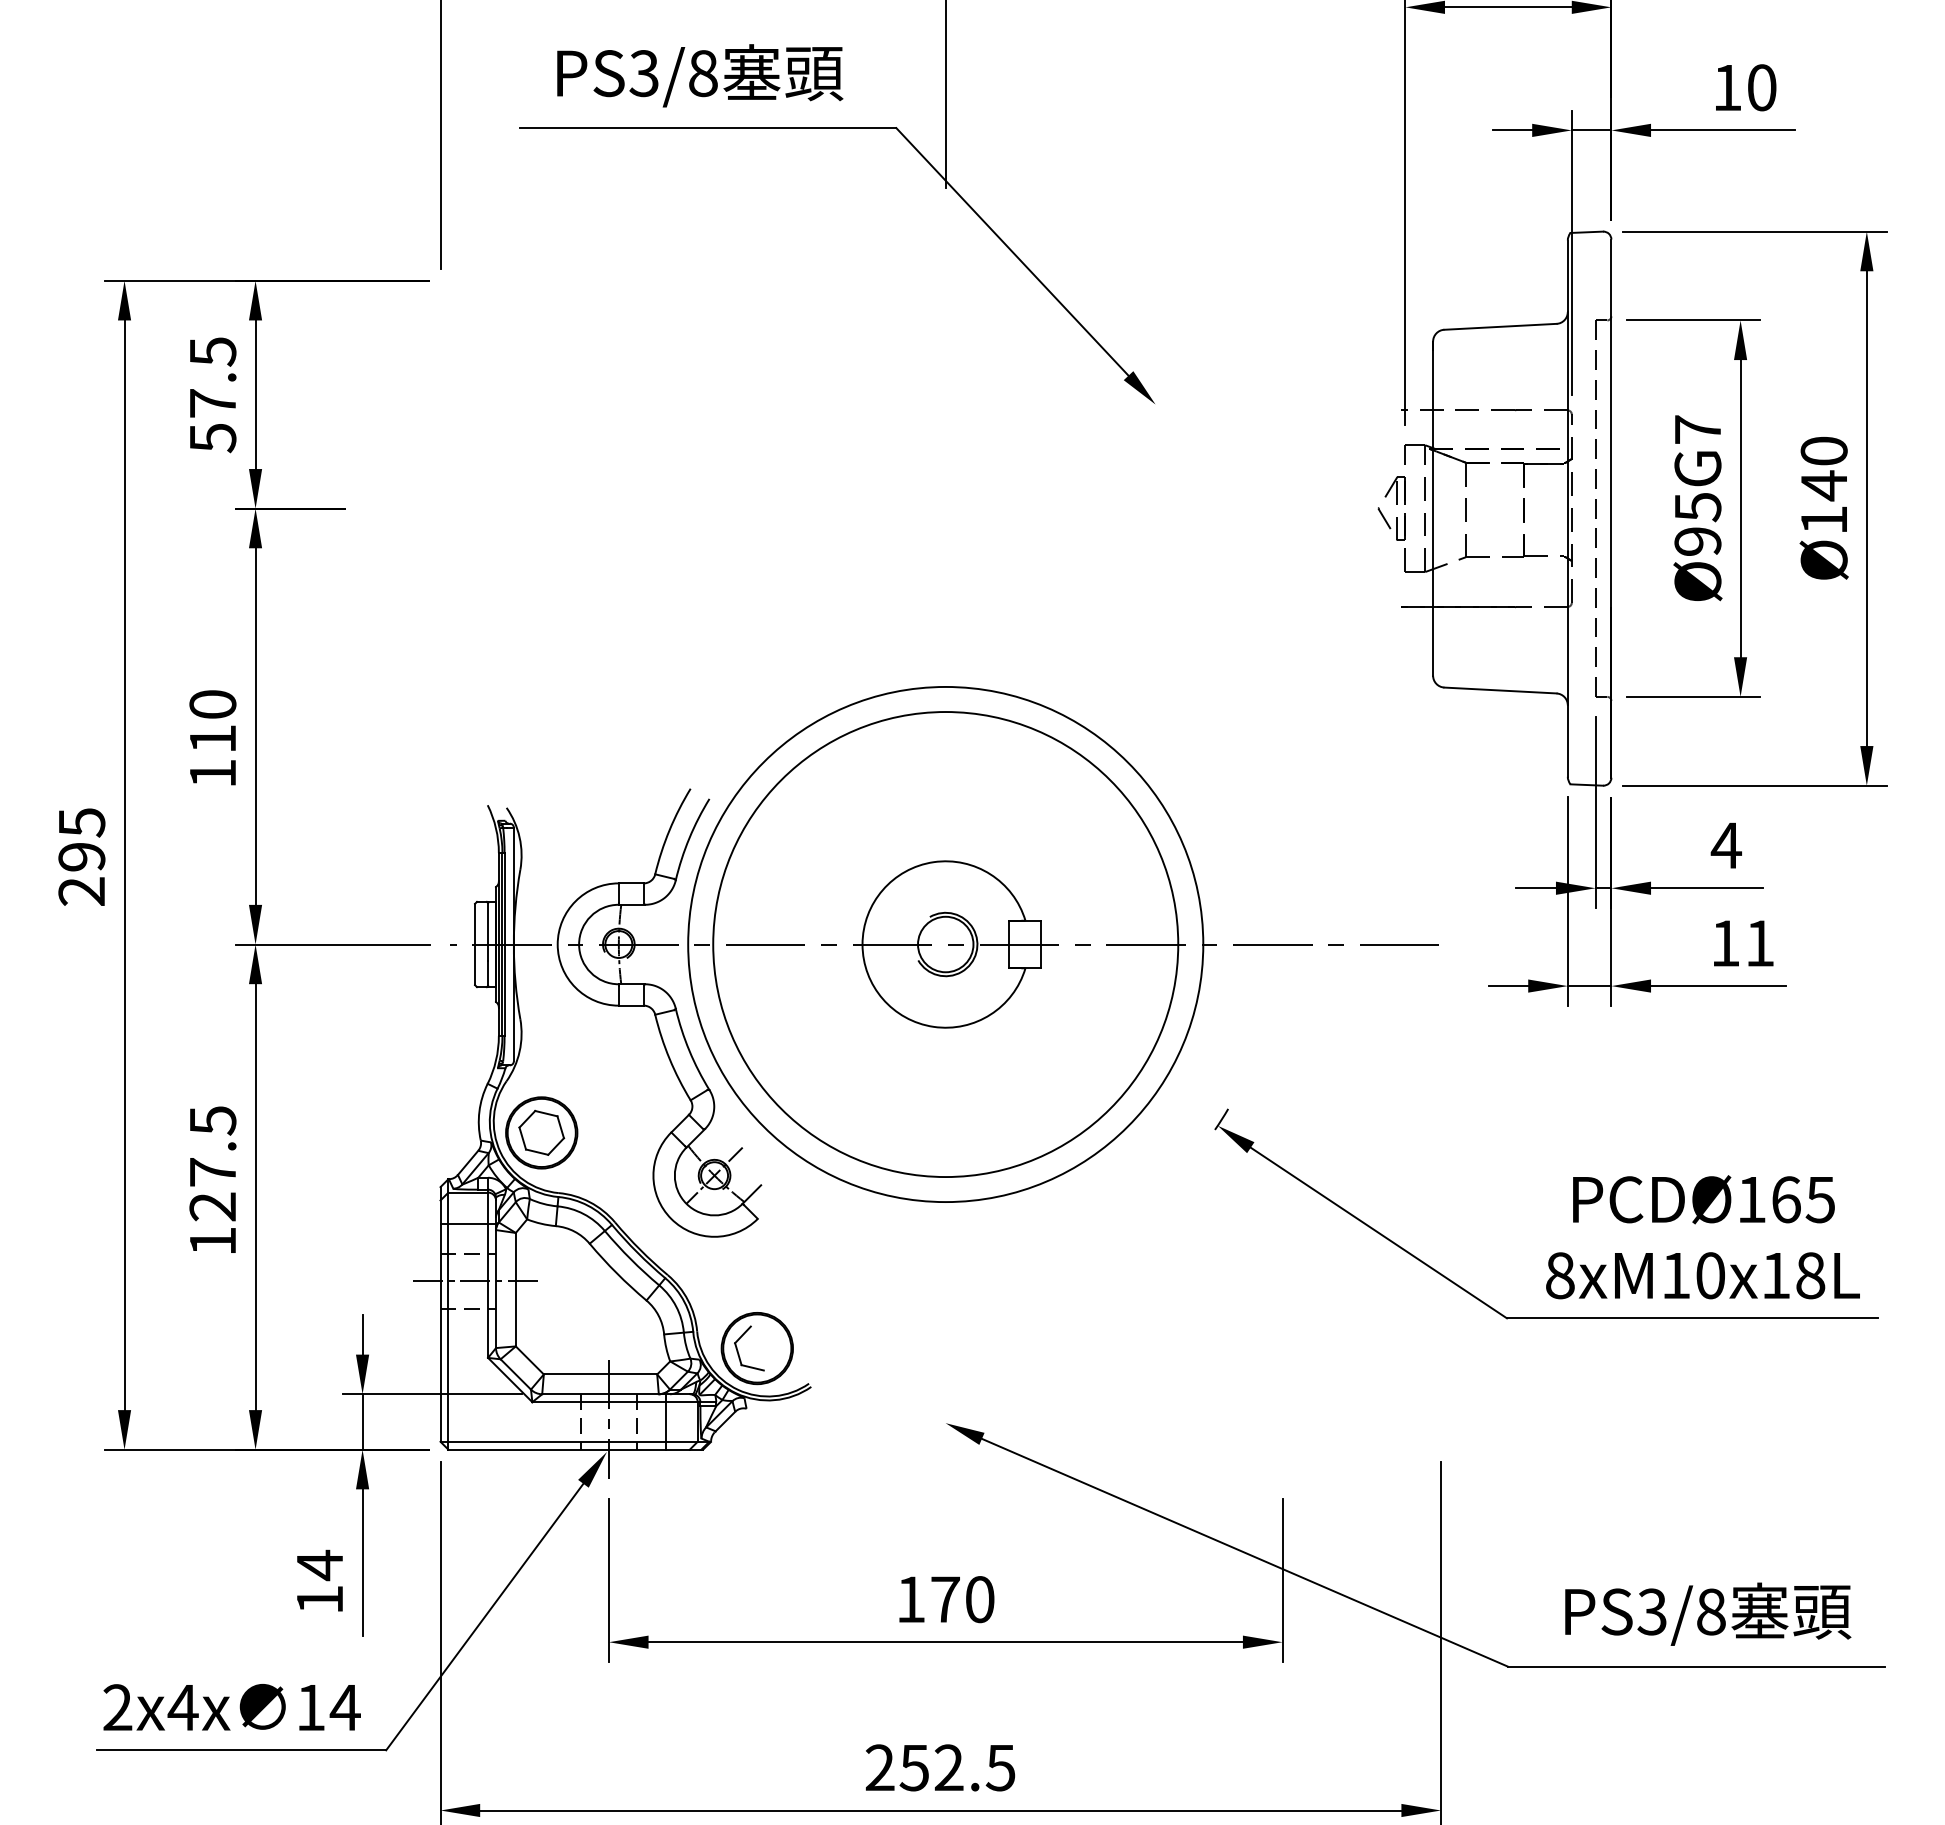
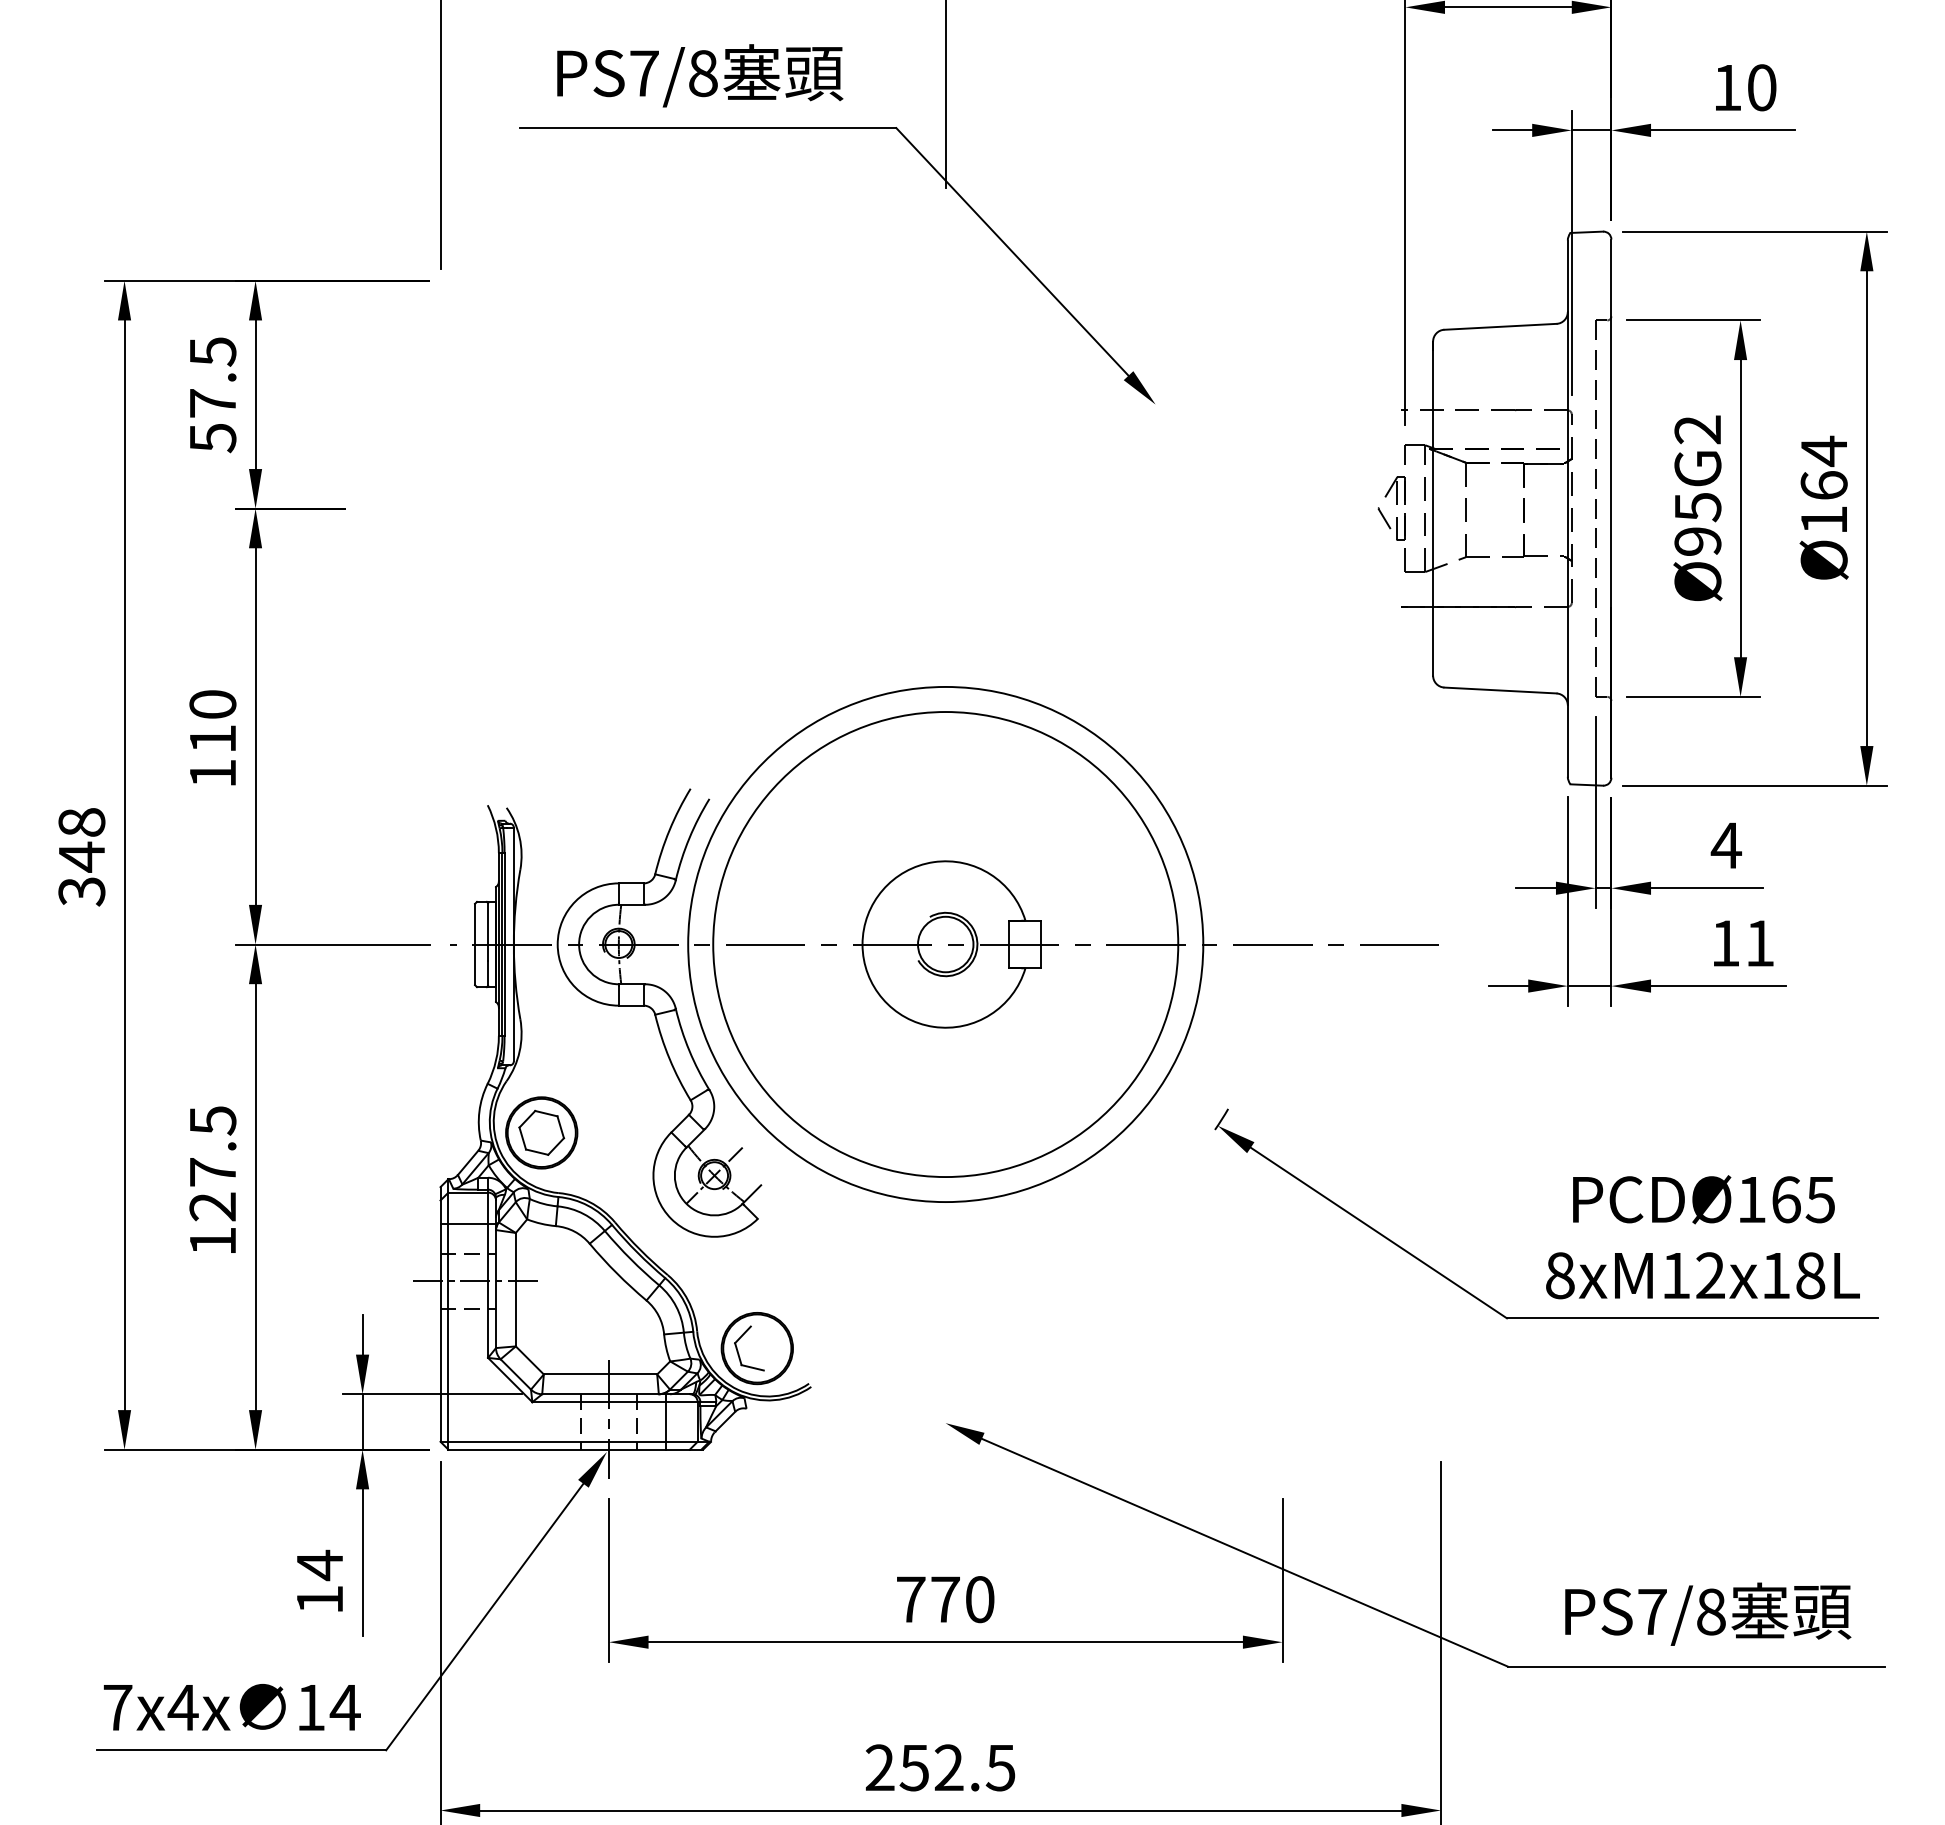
text at (643, 73): PS3/8 -> PS7/8
text at (1697, 429): Ø95G7 -> Ø95G2
text at (1823, 468): Ø140 -> Ø164
text at (81, 857): 295 -> 348
text at (1710, 1275): 8xM10x18L -> 8xM12x18L
text at (911, 1599): 170 -> 770
text at (1651, 1611): PS3/8 -> PS7/8
text at (117, 1707): 2x4x -> 7x4x
